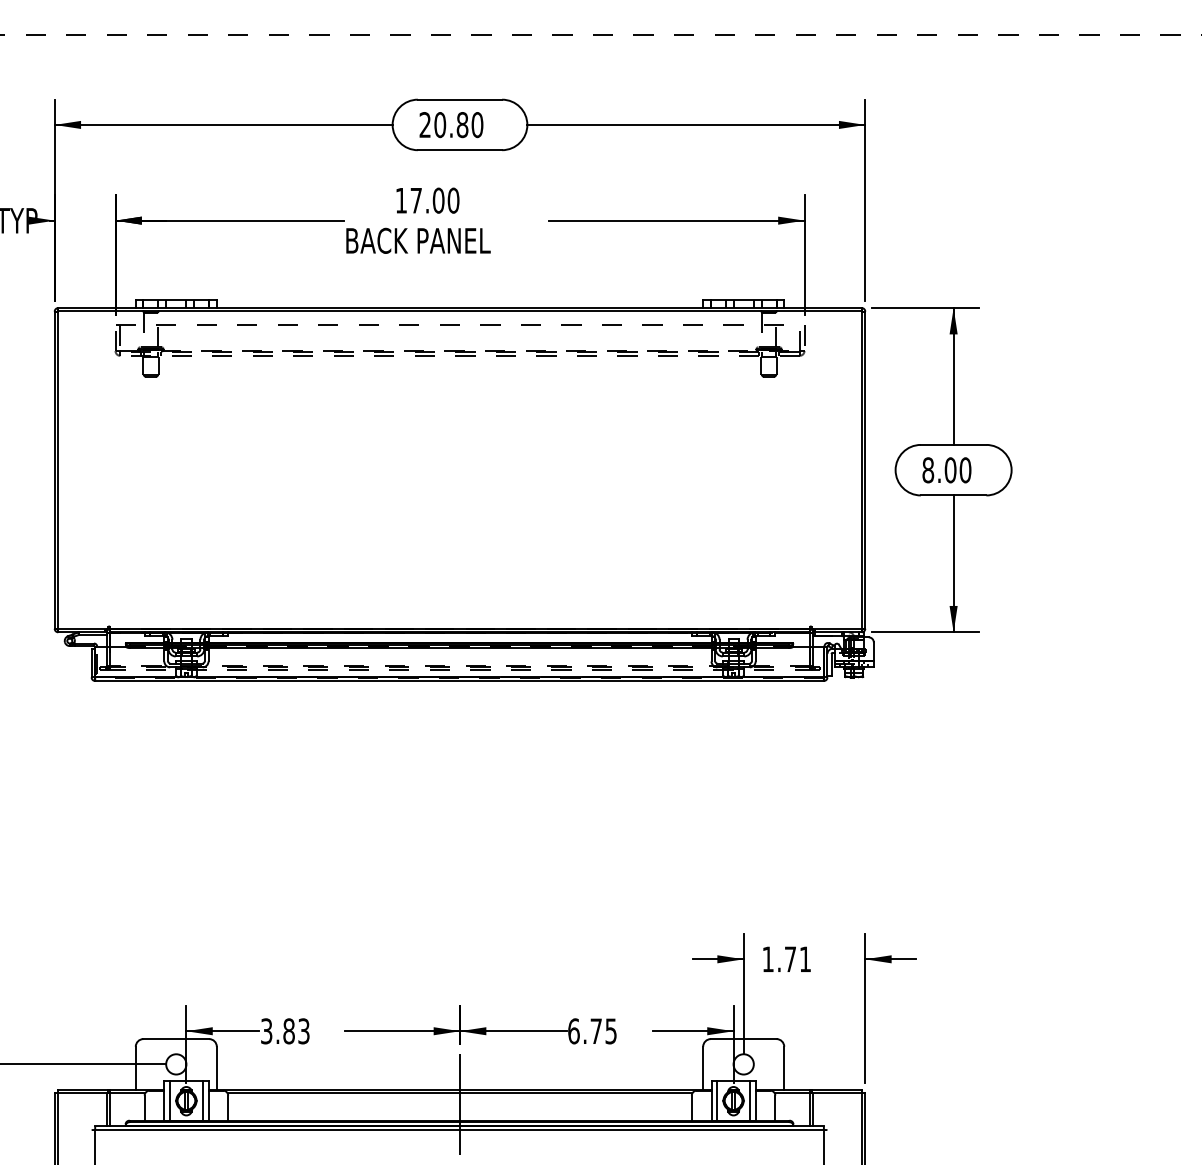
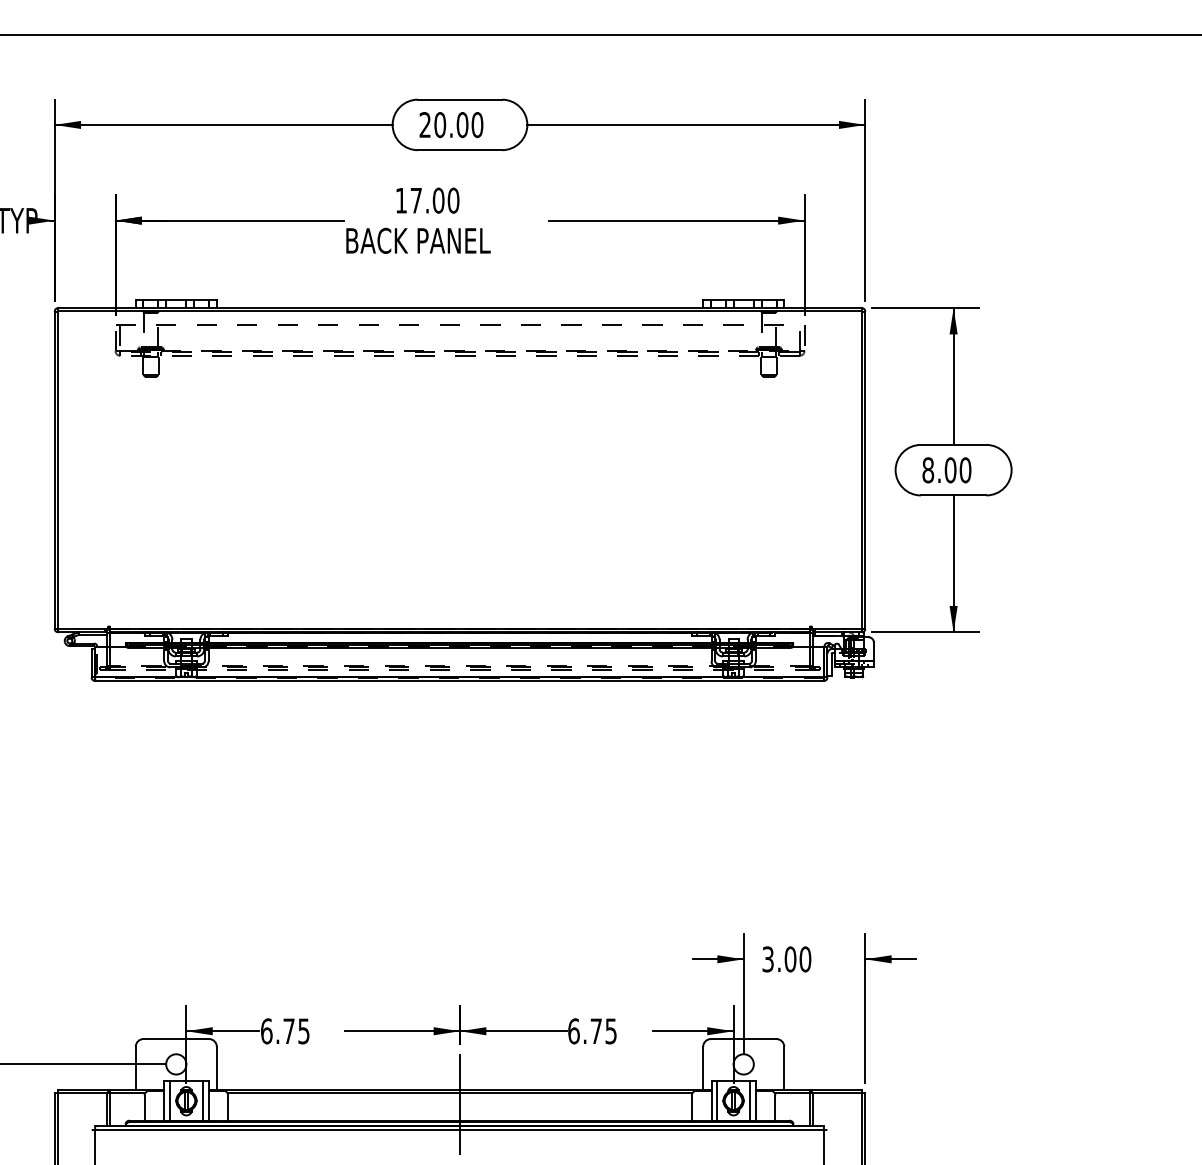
line at (601, 34): dashed -> solid
text at (462, 124): 20.80 -> 20.00
text at (786, 959): 1.71 -> 3.00
text at (285, 1031): 3.83 -> 6.75
